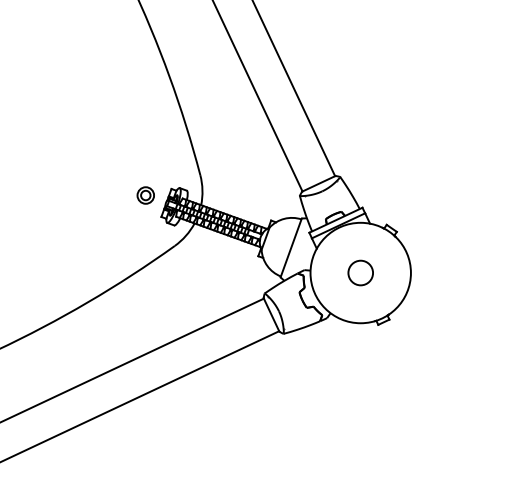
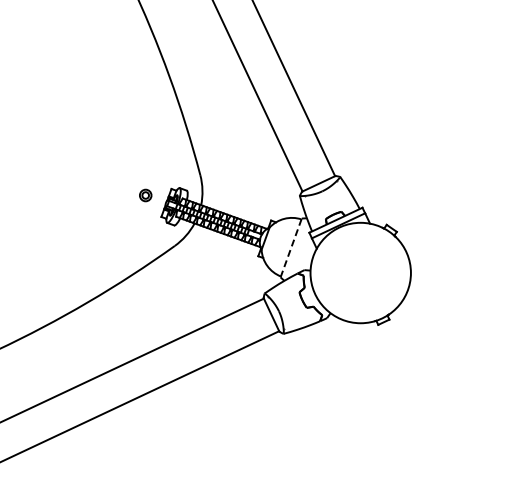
part at (145, 195) size: 19x19 px -> 14x15 px
line at (291, 247): solid -> dashed
circle at (360, 272): present -> none
